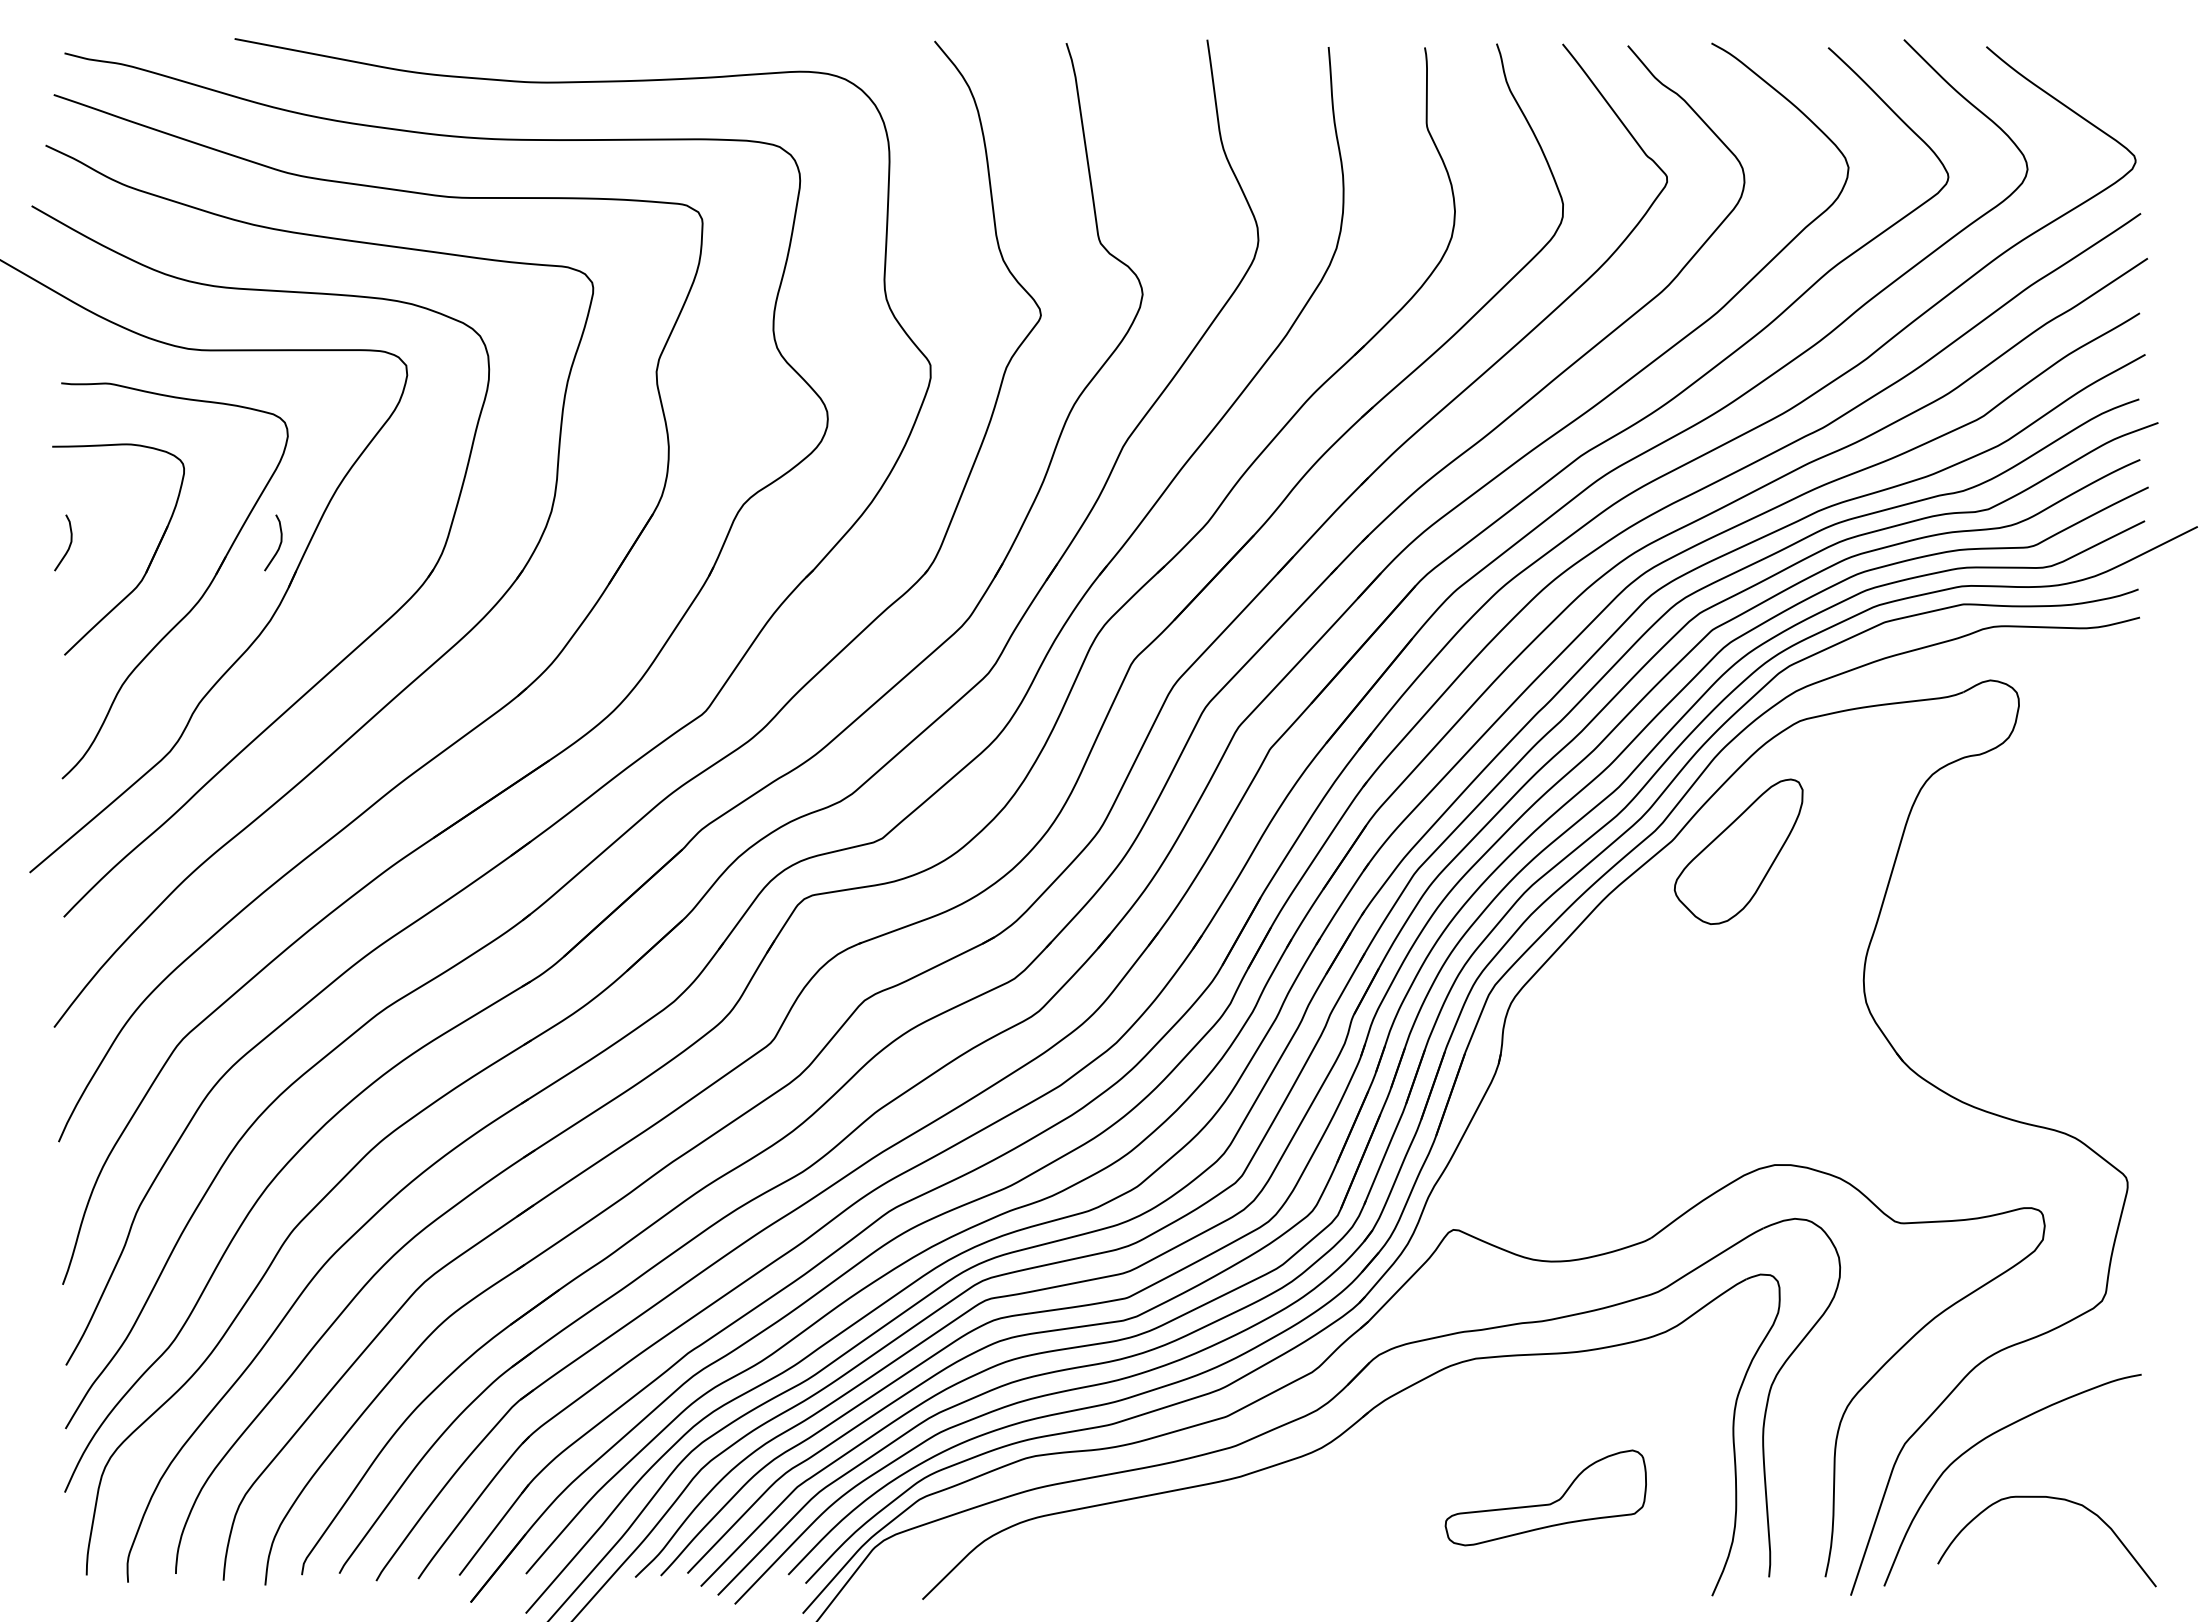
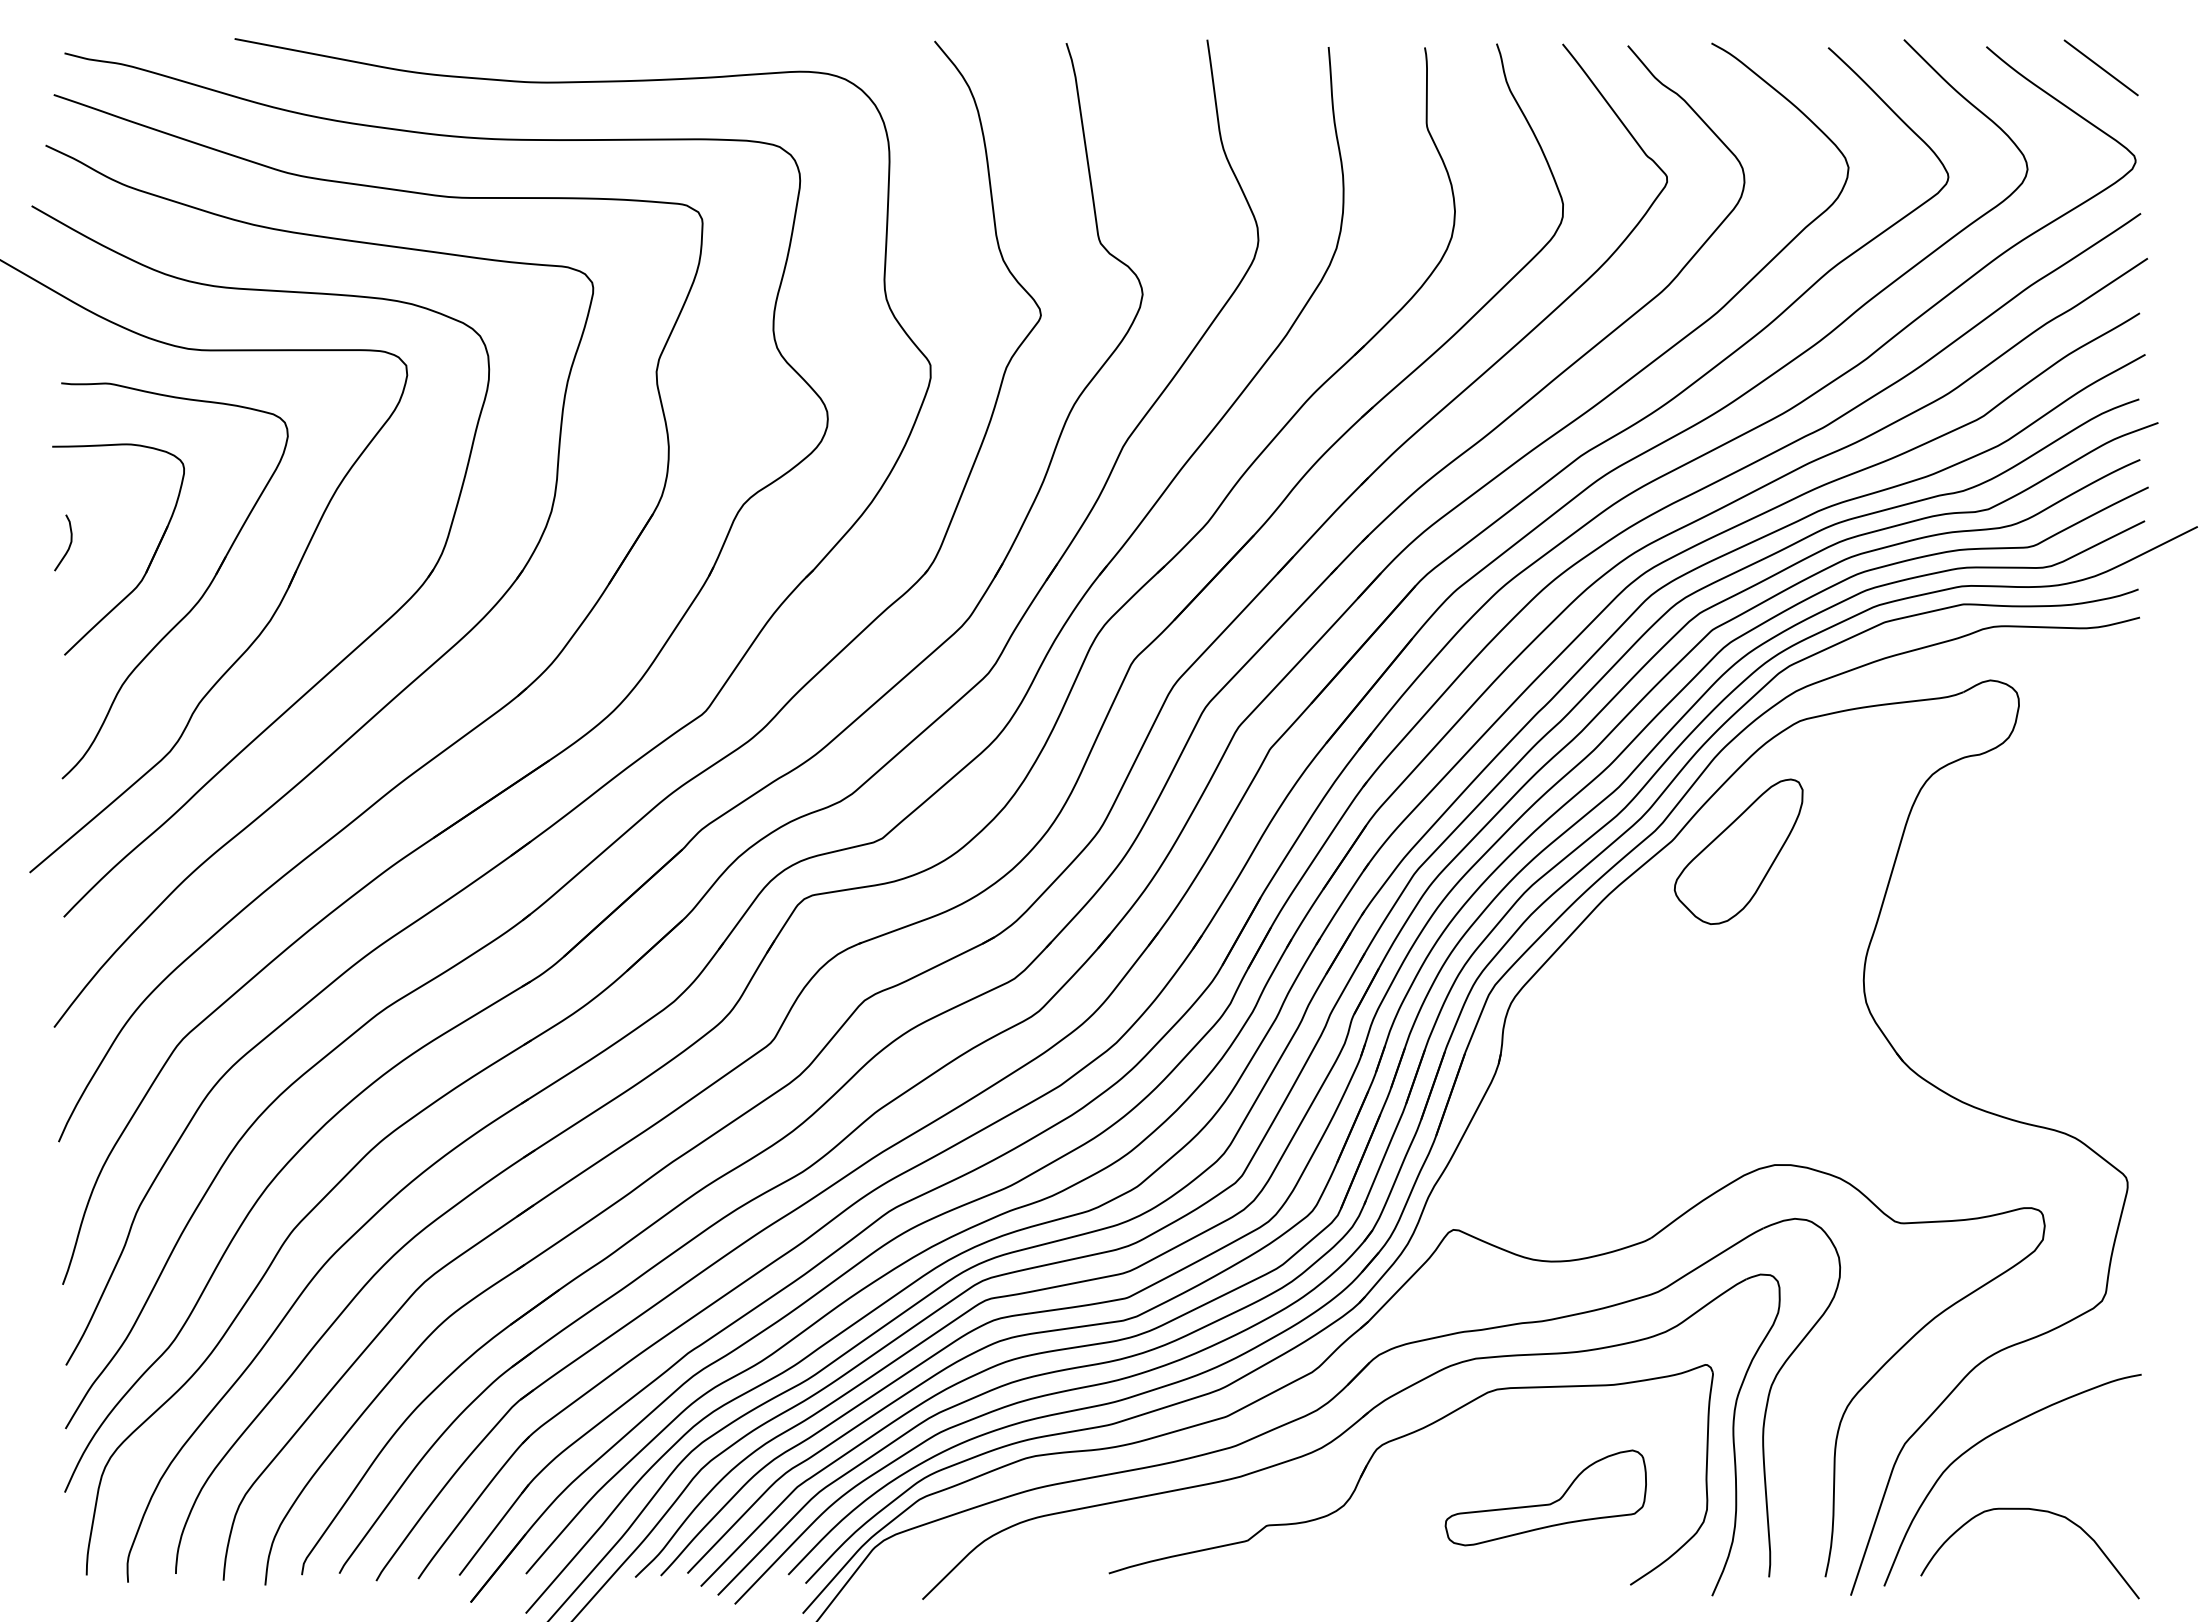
line at (2100, 67): none -> present
curve at (279, 543): present -> none
part at (1398, 1439): none -> present
curve at (2055, 1499) position: (2055, 1499) -> (2038, 1511)
